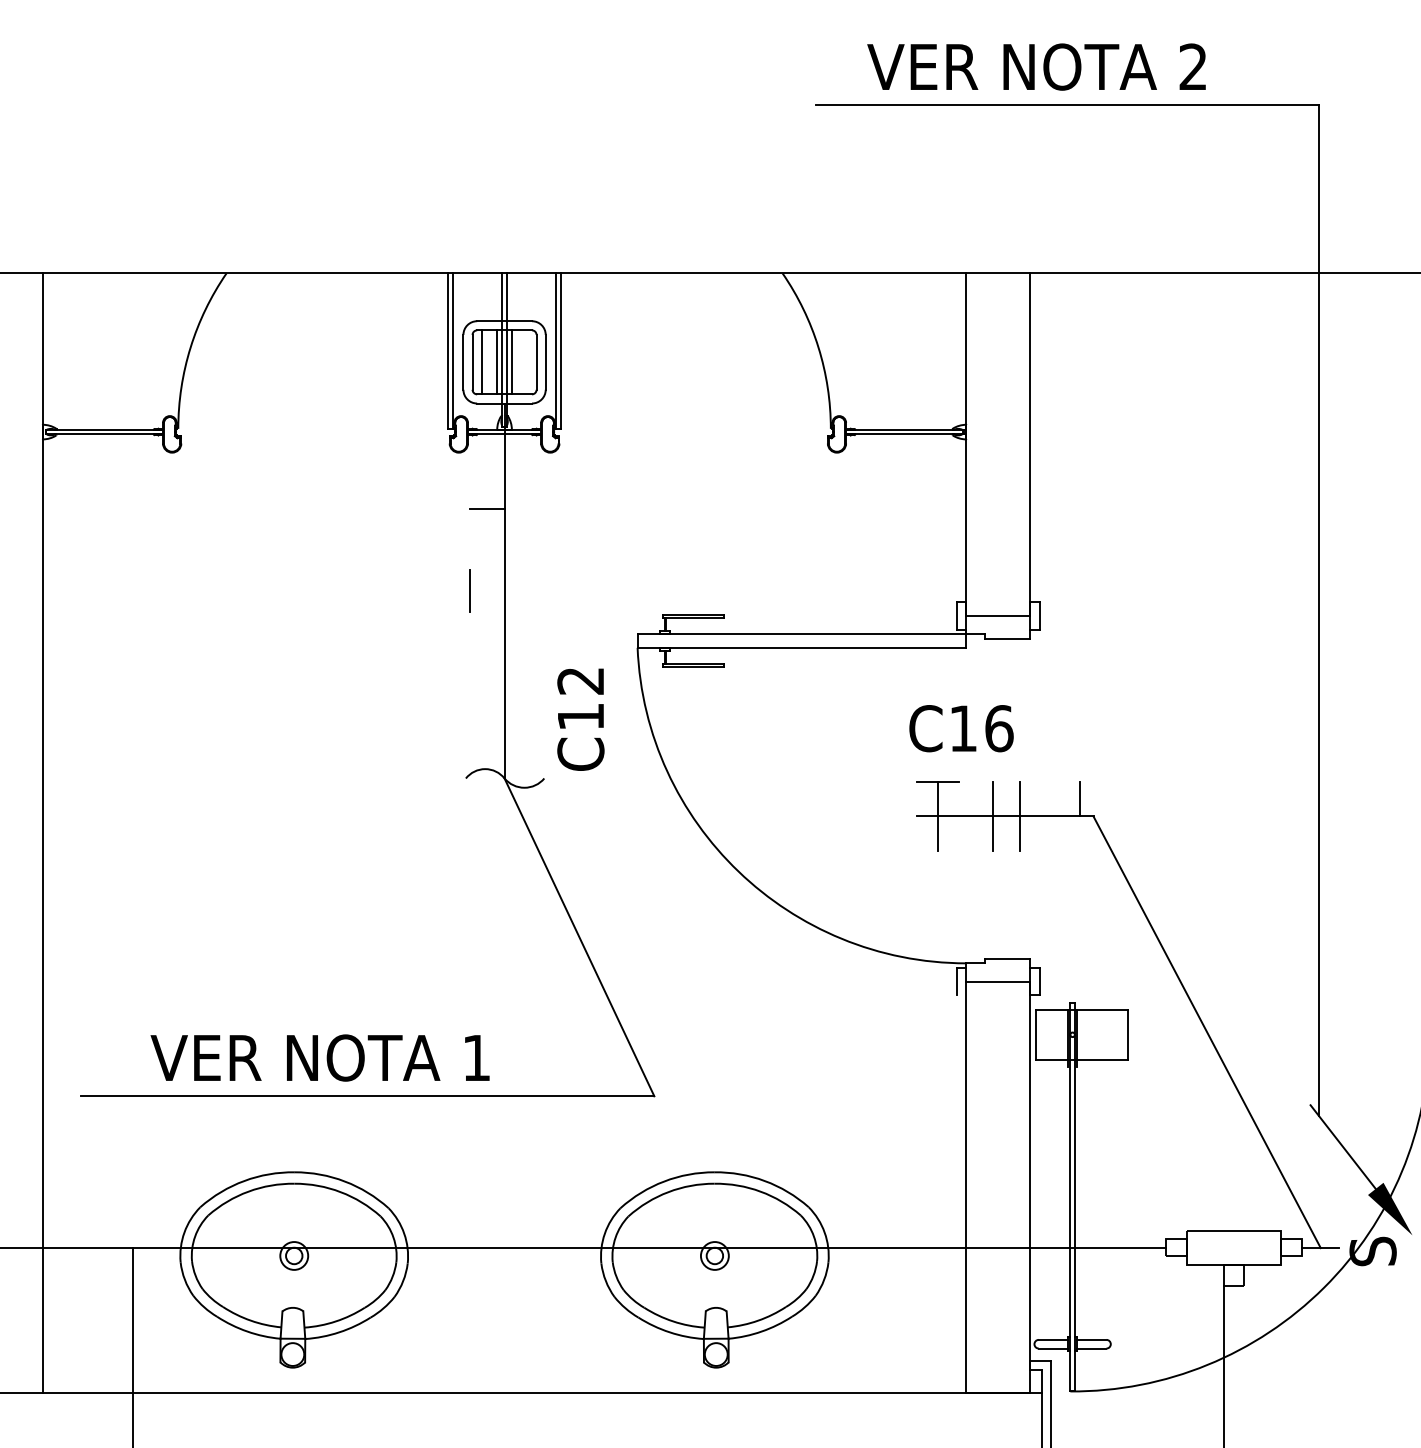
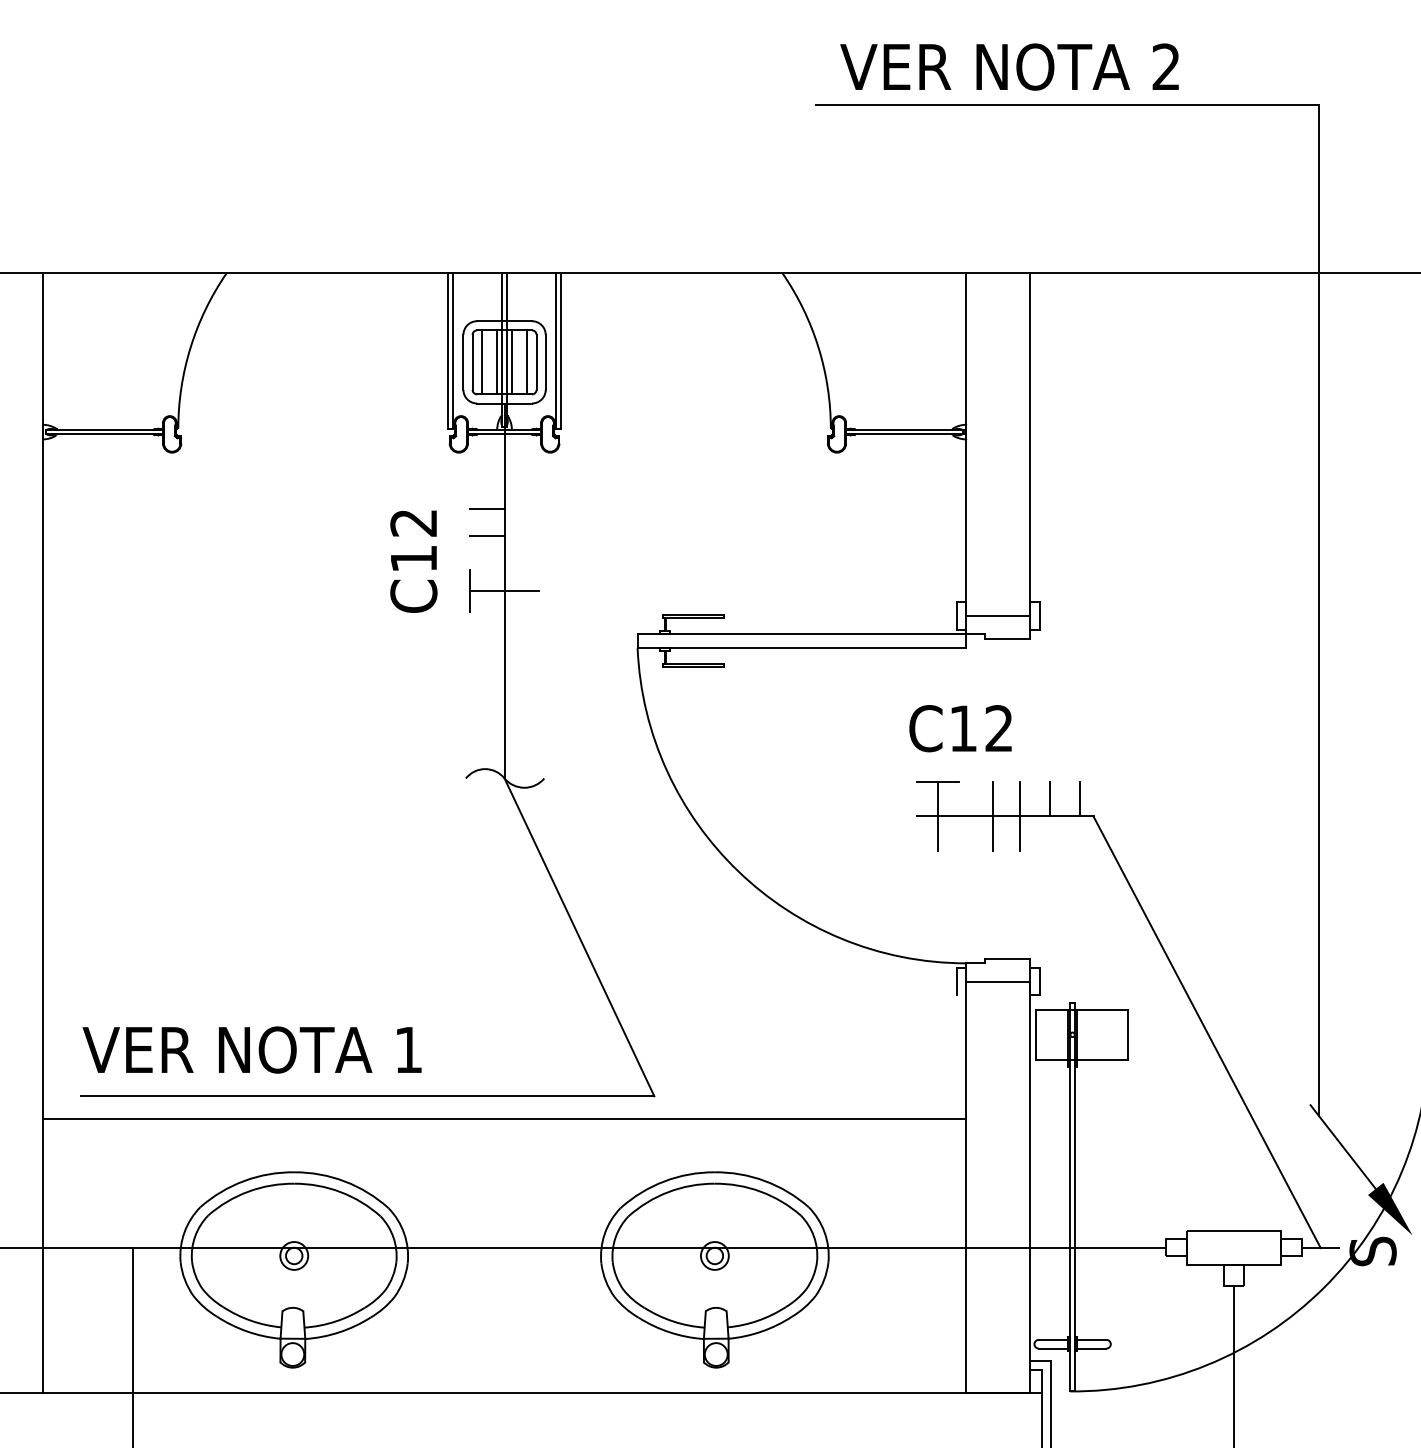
text at (1036, 66) position: (1036, 66) -> (1009, 66)
line at (527, 362): none -> present
line at (487, 536): none -> present
line at (504, 591): none -> present
text at (580, 719) position: (580, 719) -> (413, 561)
text at (999, 728): C16 -> C12
line at (1050, 799): none -> present
text at (319, 1057) position: (319, 1057) -> (251, 1049)
line at (504, 1118): none -> present
line at (1223, 1364) position: (1223, 1364) -> (1233, 1364)
